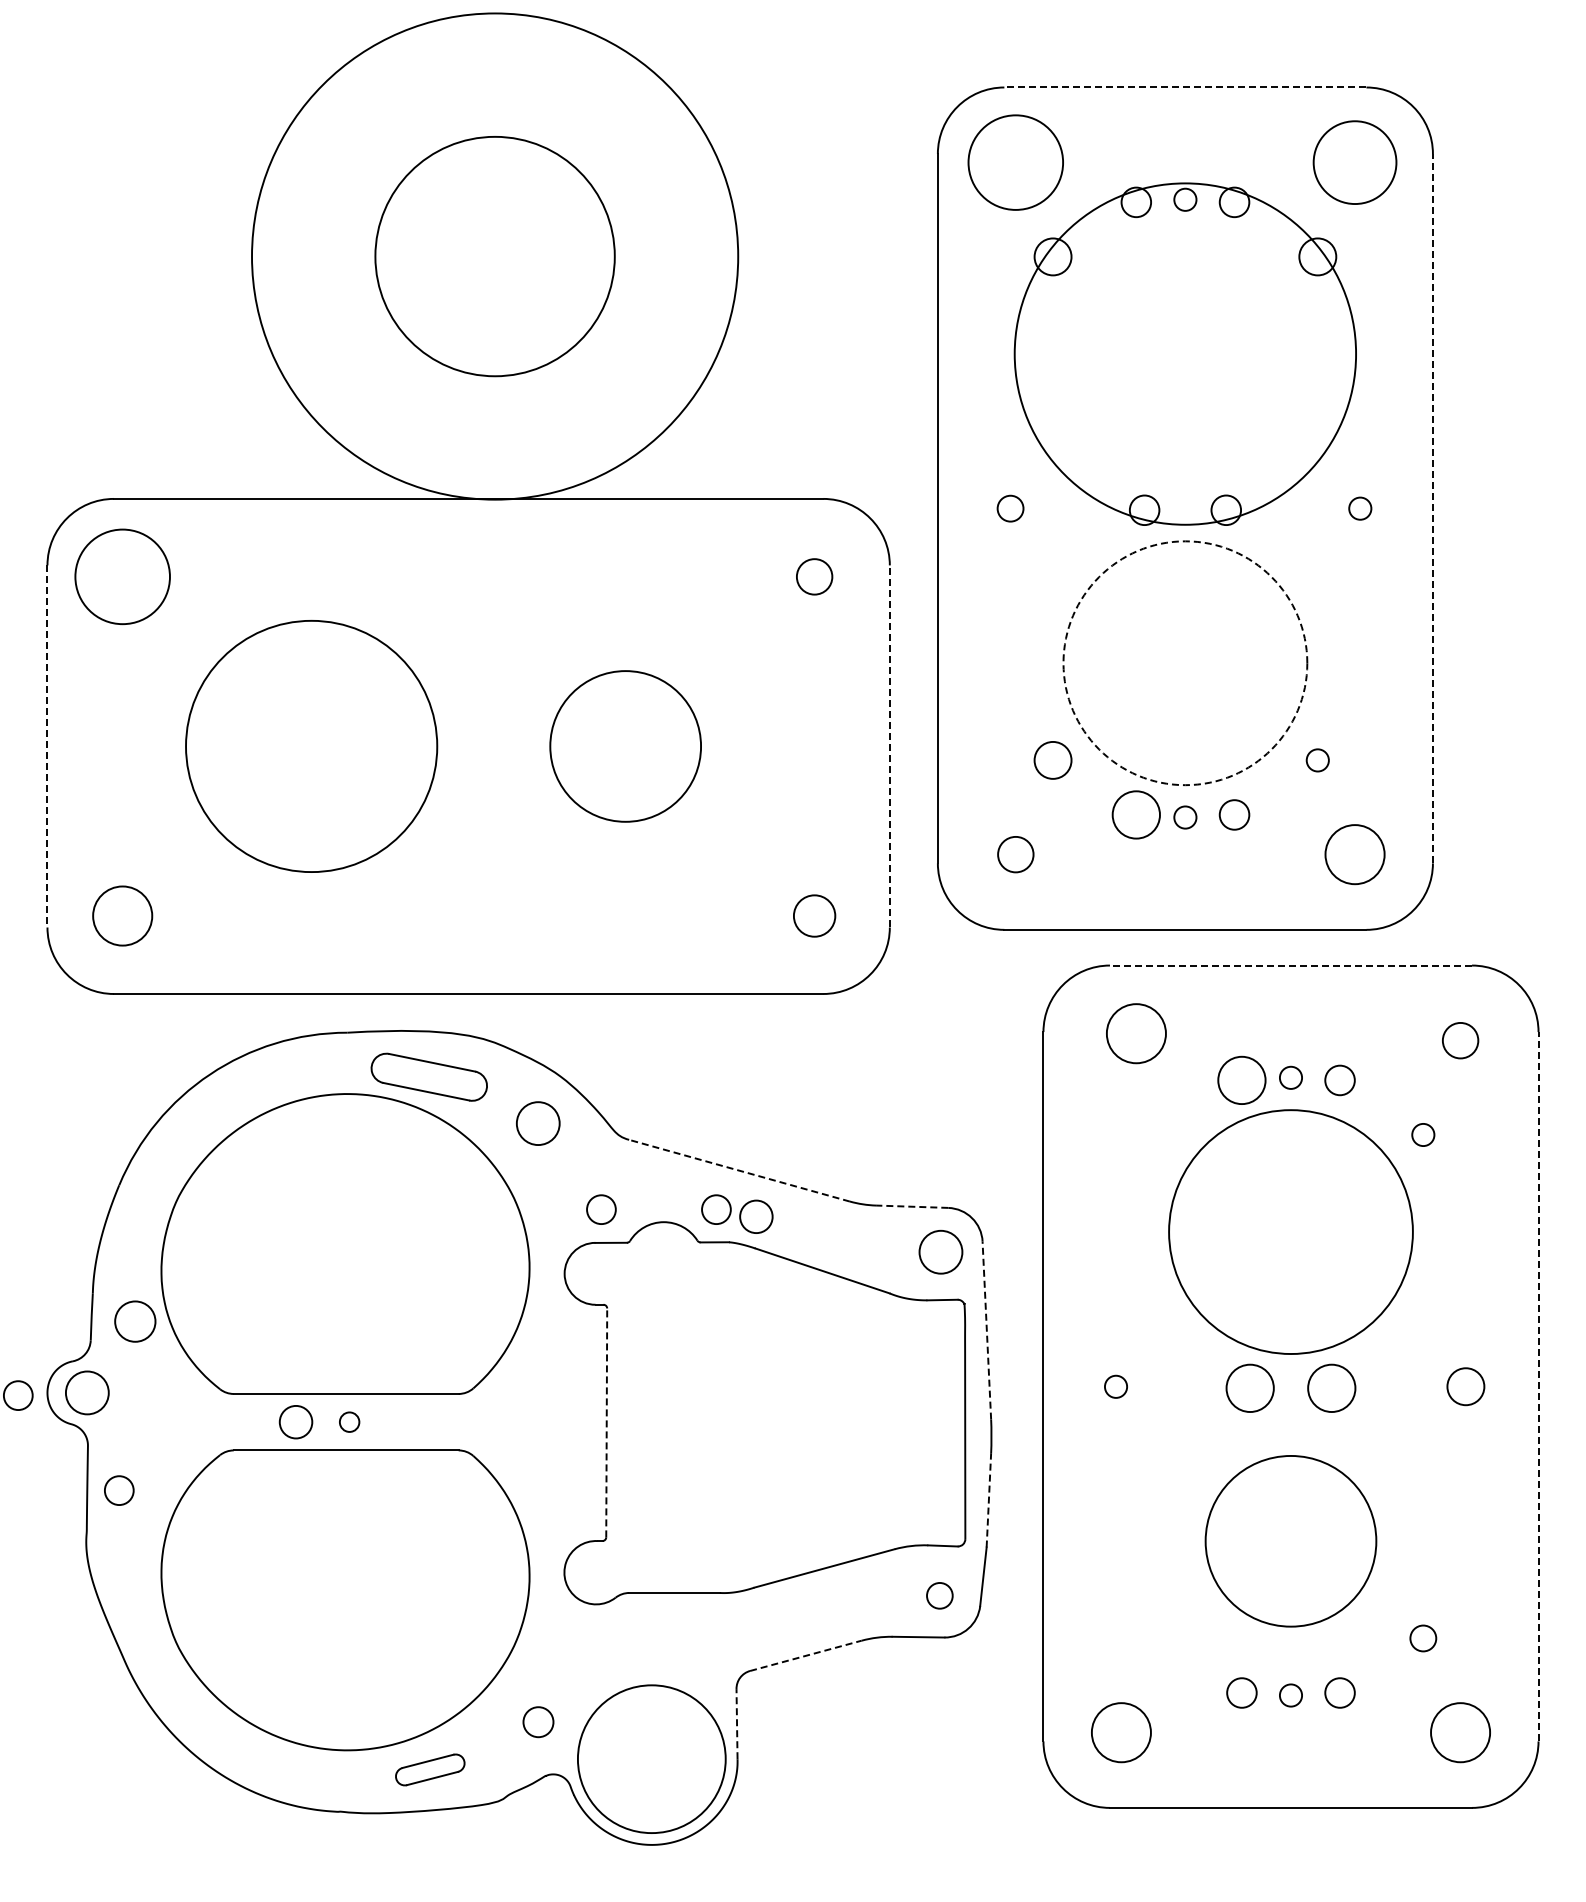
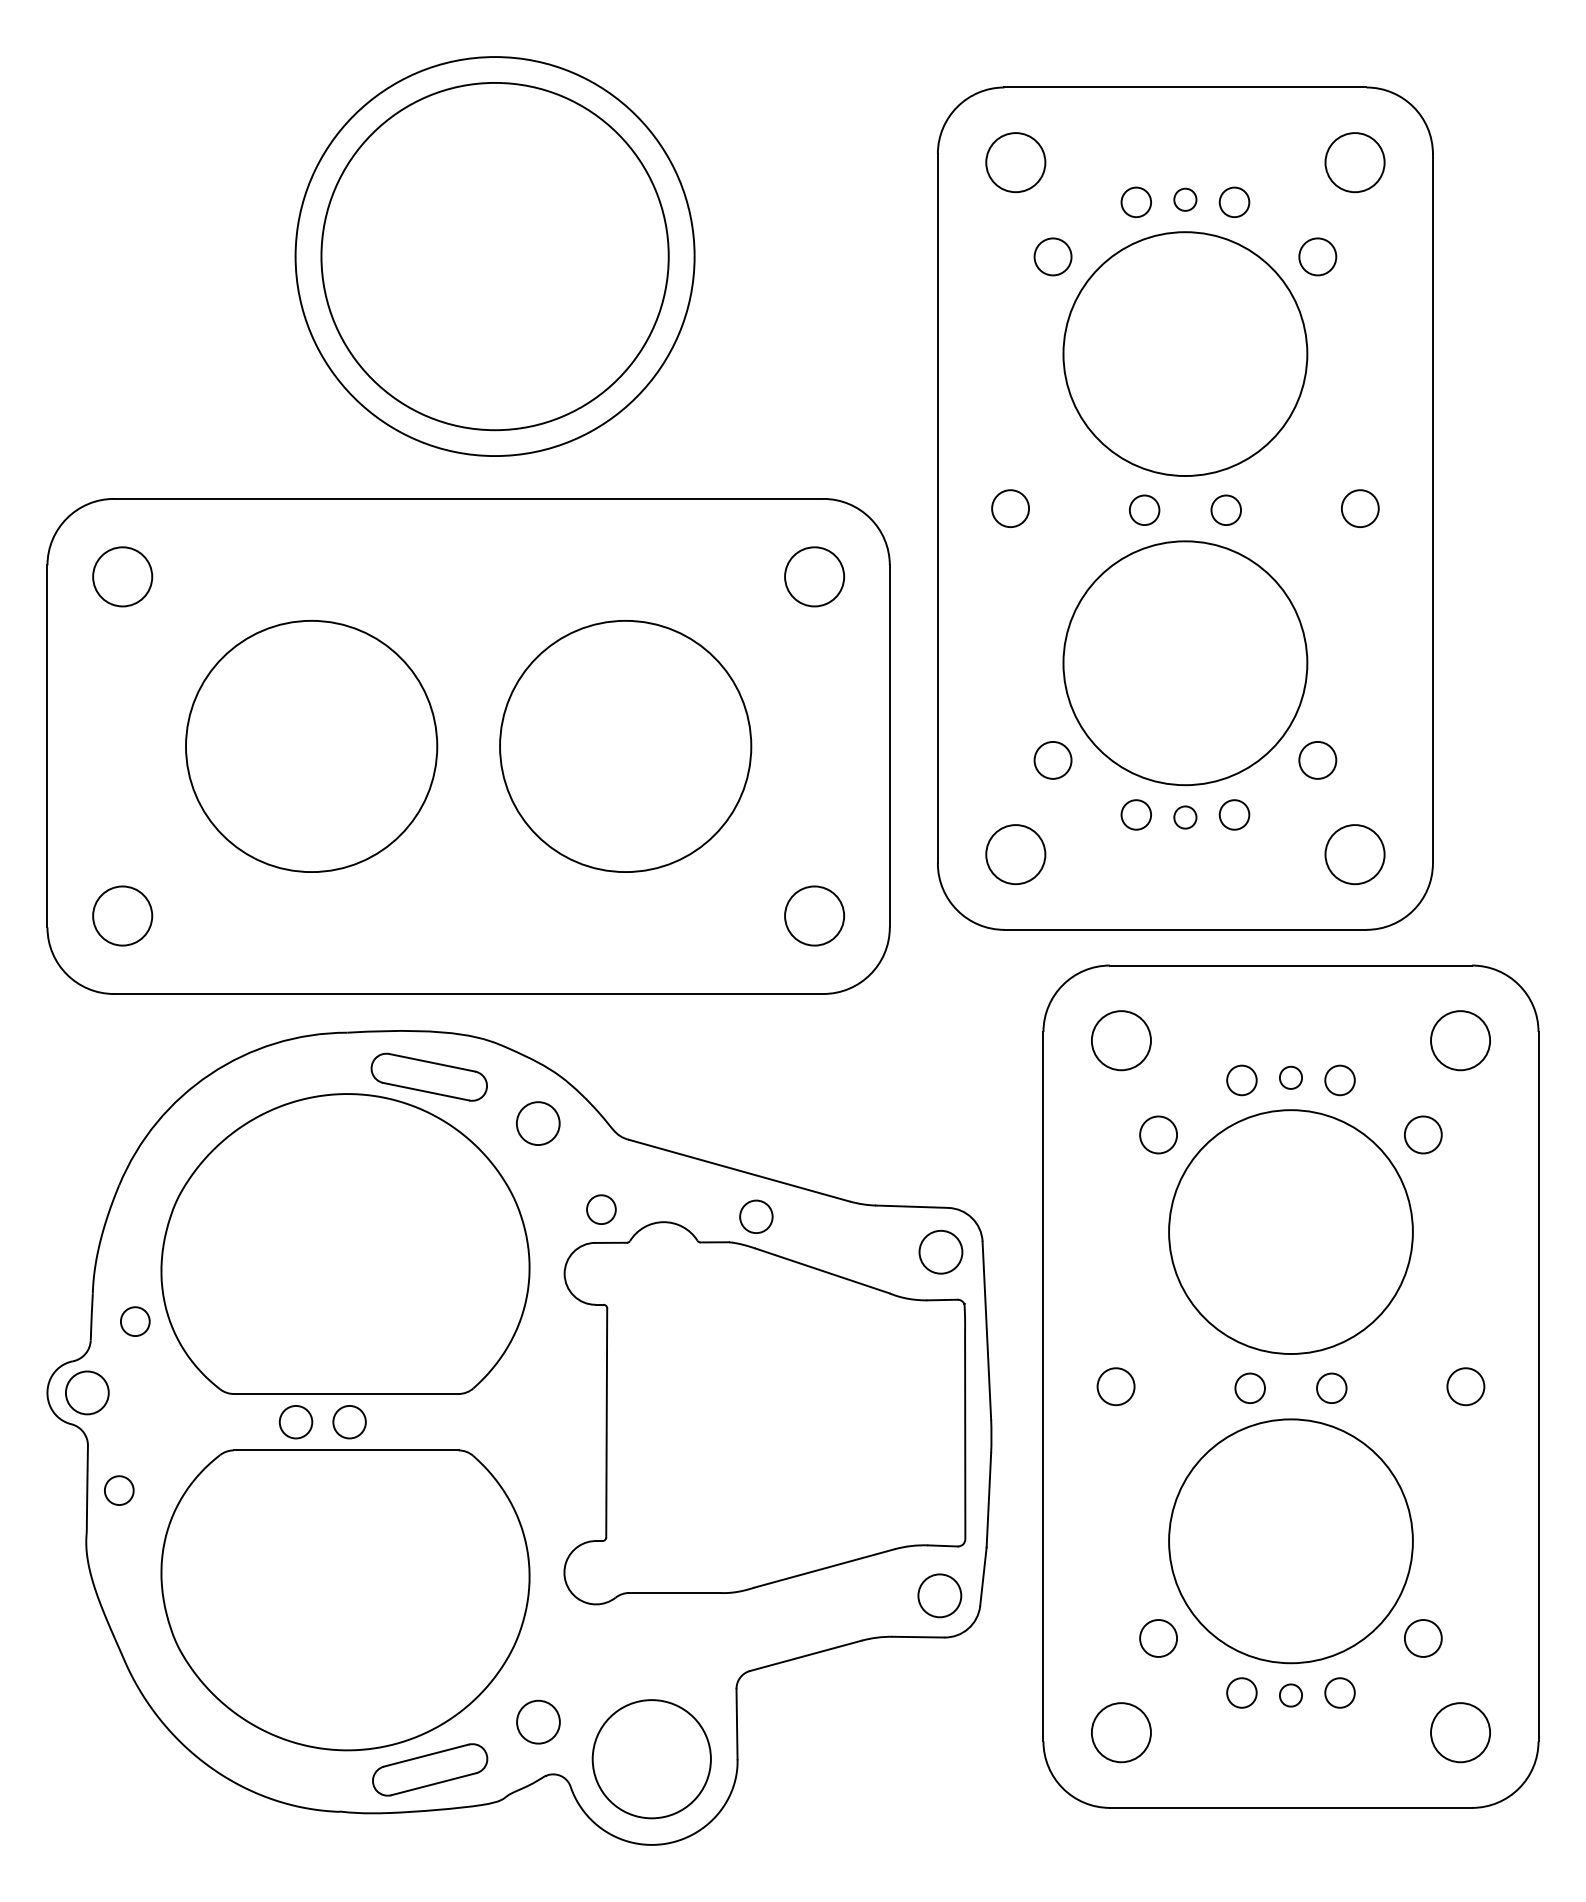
line at (1184, 87): dashed -> solid
circle at (1015, 162) diameter: 95 px -> 59 px
circle at (1354, 162) diameter: 83 px -> 59 px
circle at (494, 256) diameter: 239 px -> 399 px
circle at (495, 256) diameter: 486 px -> 347 px
circle at (1185, 353) diameter: 341 px -> 244 px
circle at (1010, 508) diameter: 26 px -> 37 px
circle at (1360, 508) diameter: 22 px -> 37 px
line at (1432, 508): dashed -> solid
circle at (122, 576) diameter: 95 px -> 59 px
circle at (814, 576) diameter: 35 px -> 59 px
circle at (1185, 663): dashed -> solid
line at (889, 745): dashed -> solid
line at (47, 746): dashed -> solid
circle at (625, 746) diameter: 151 px -> 251 px
circle at (1317, 760) diameter: 22 px -> 37 px
circle at (1135, 814) diameter: 47 px -> 30 px
circle at (1015, 854) diameter: 35 px -> 59 px
circle at (814, 915) diameter: 41 px -> 59 px
line at (1290, 965): dashed -> solid
circle at (1136, 1033) position: (1136, 1033) -> (1121, 1040)
circle at (1460, 1040) diameter: 35 px -> 59 px
circle at (1241, 1080) diameter: 47 px -> 30 px
circle at (1158, 1134): none -> present
circle at (1423, 1134) diameter: 22 px -> 37 px
line at (739, 1170): dashed -> solid
line at (911, 1206): dashed -> solid
circle at (716, 1209): present -> none
circle at (135, 1321) diameter: 40 px -> 29 px
line at (986, 1330): dashed -> solid
circle at (1115, 1386) size: 24x25 px -> 40x40 px
line at (1538, 1386): dashed -> solid
circle at (1249, 1388) diameter: 47 px -> 30 px
circle at (1331, 1388) diameter: 47 px -> 30 px
circle at (18, 1395): present -> none
circle at (349, 1421) diameter: 20 px -> 33 px
line at (606, 1422): dashed -> solid
line at (988, 1499): dashed -> solid
circle at (1290, 1540) diameter: 171 px -> 244 px
circle at (939, 1595) diameter: 26 px -> 43 px
circle at (1158, 1638): none -> present
circle at (1423, 1638) diameter: 26 px -> 37 px
line at (805, 1655): dashed -> solid
circle at (538, 1722) diameter: 30 px -> 43 px
line at (737, 1723): dashed -> solid
circle at (651, 1759) diameter: 148 px -> 118 px
part at (430, 1769) size: 71x34 px -> 117x54 px
